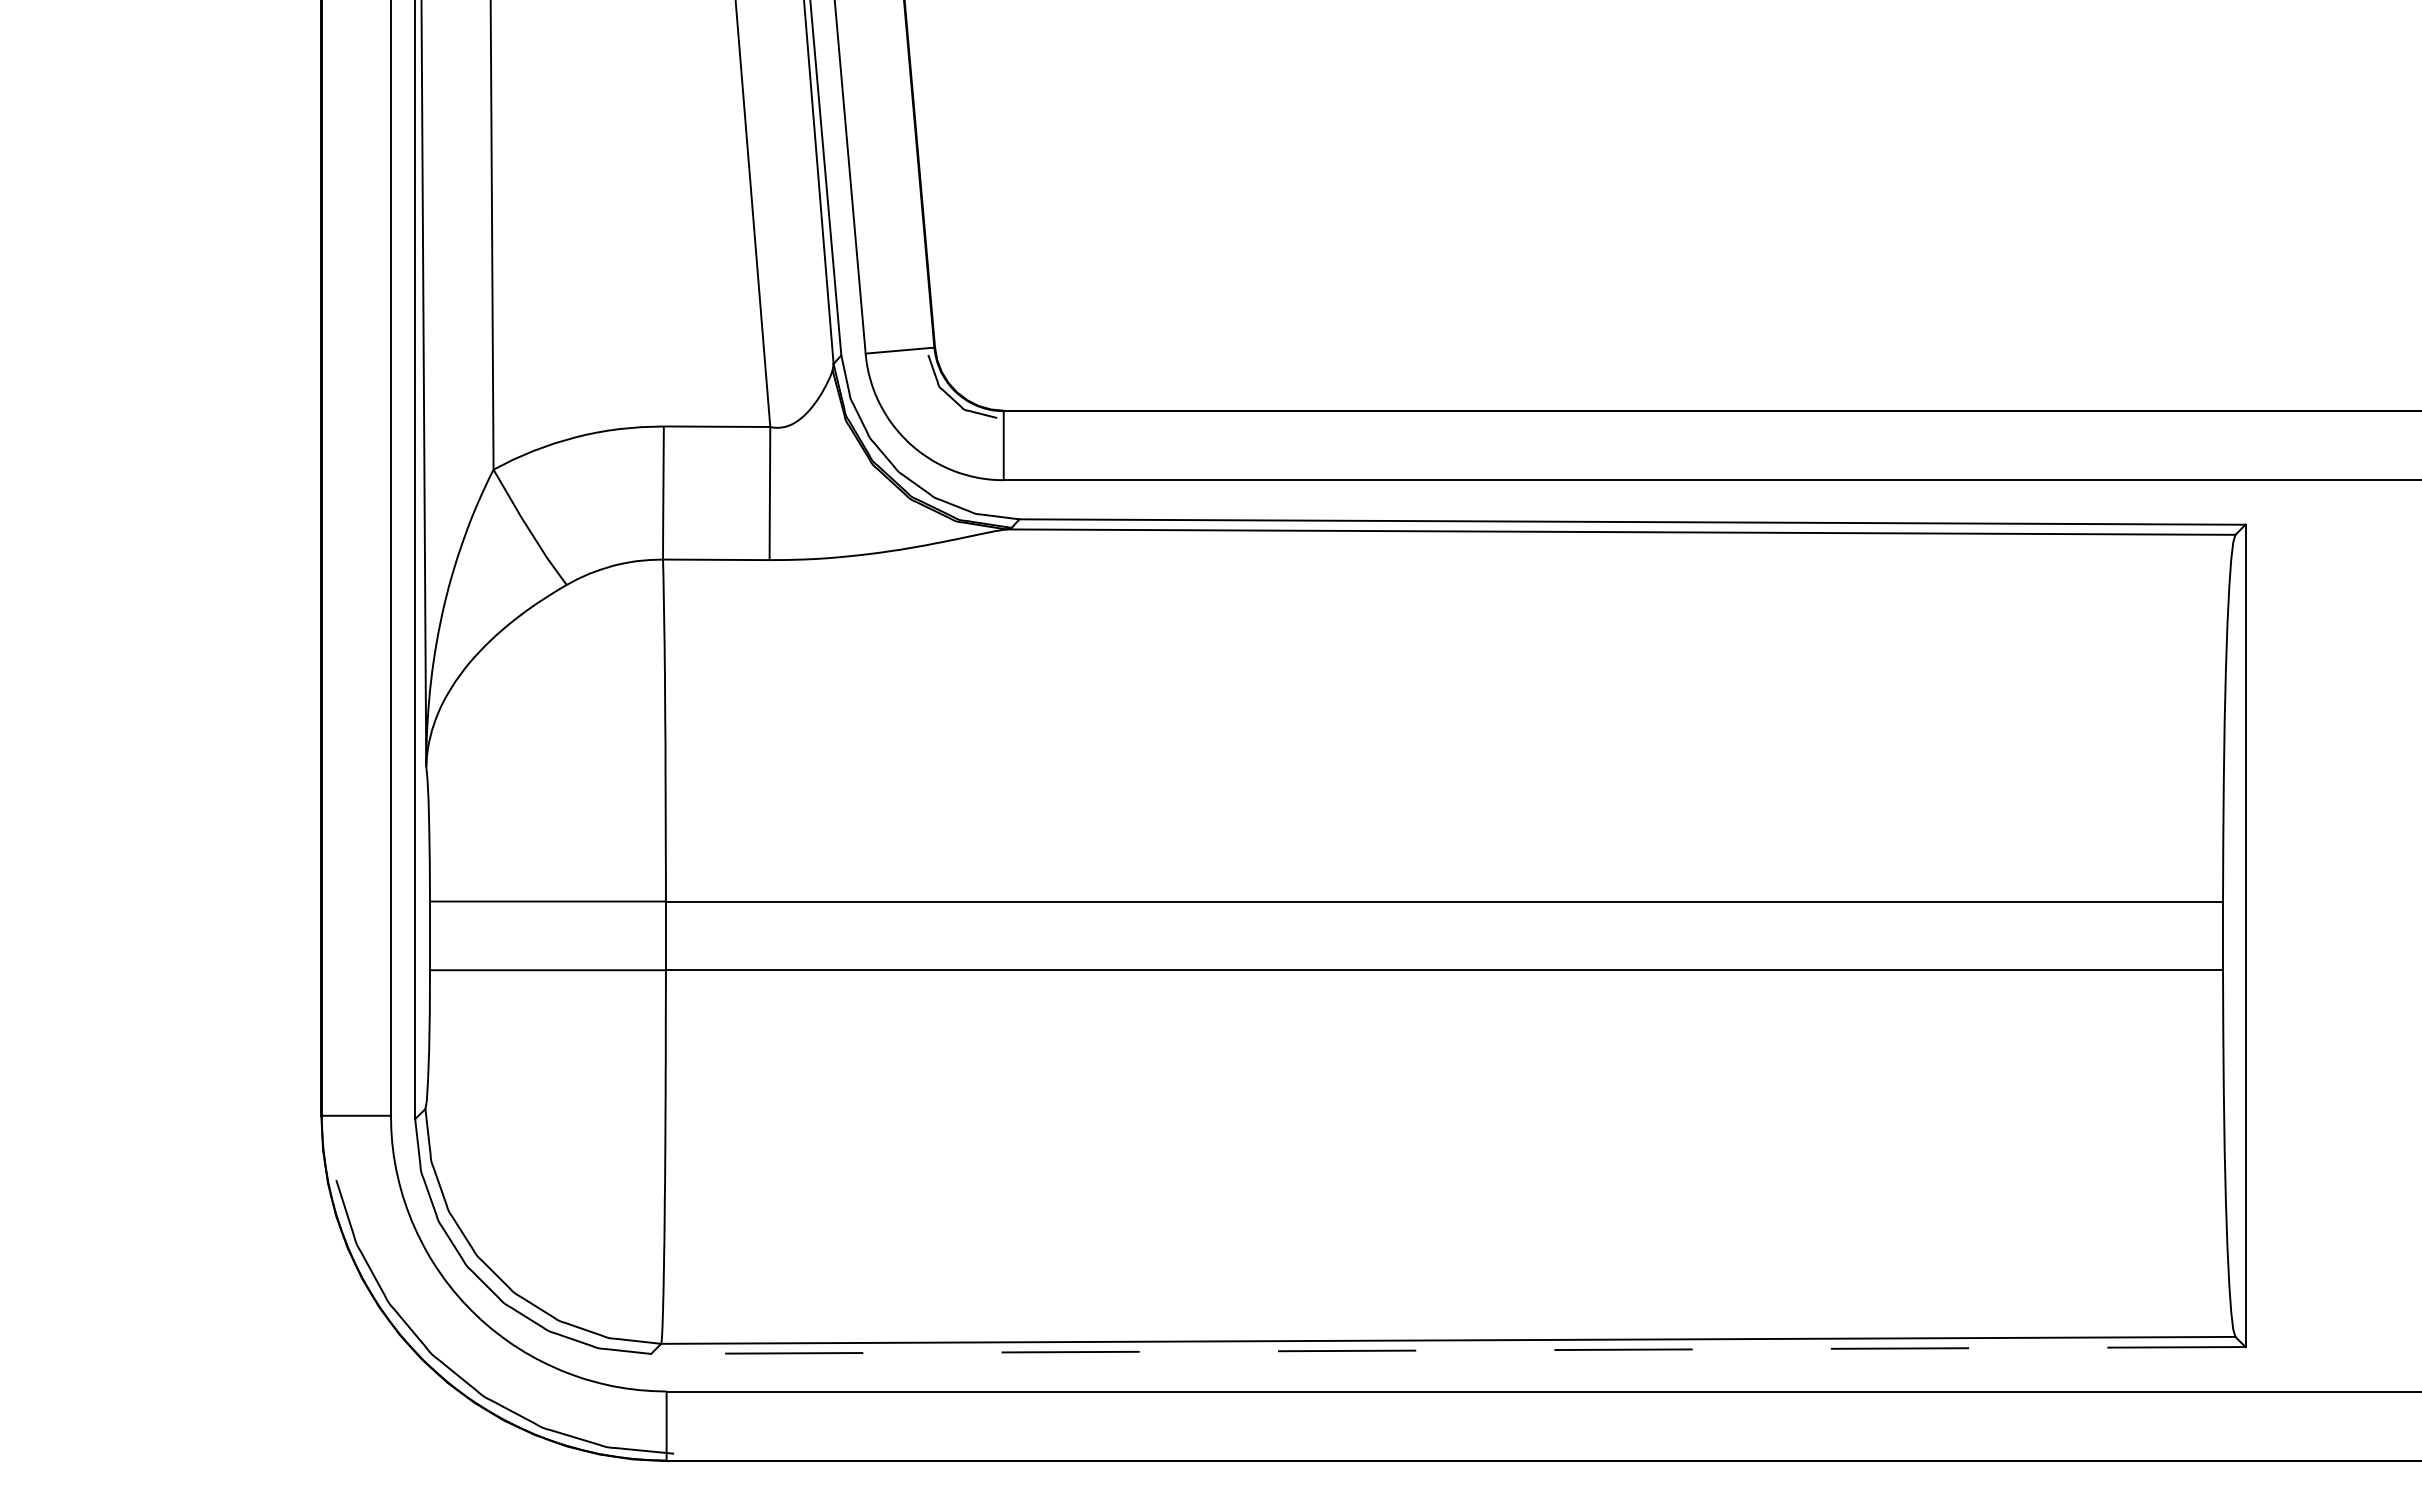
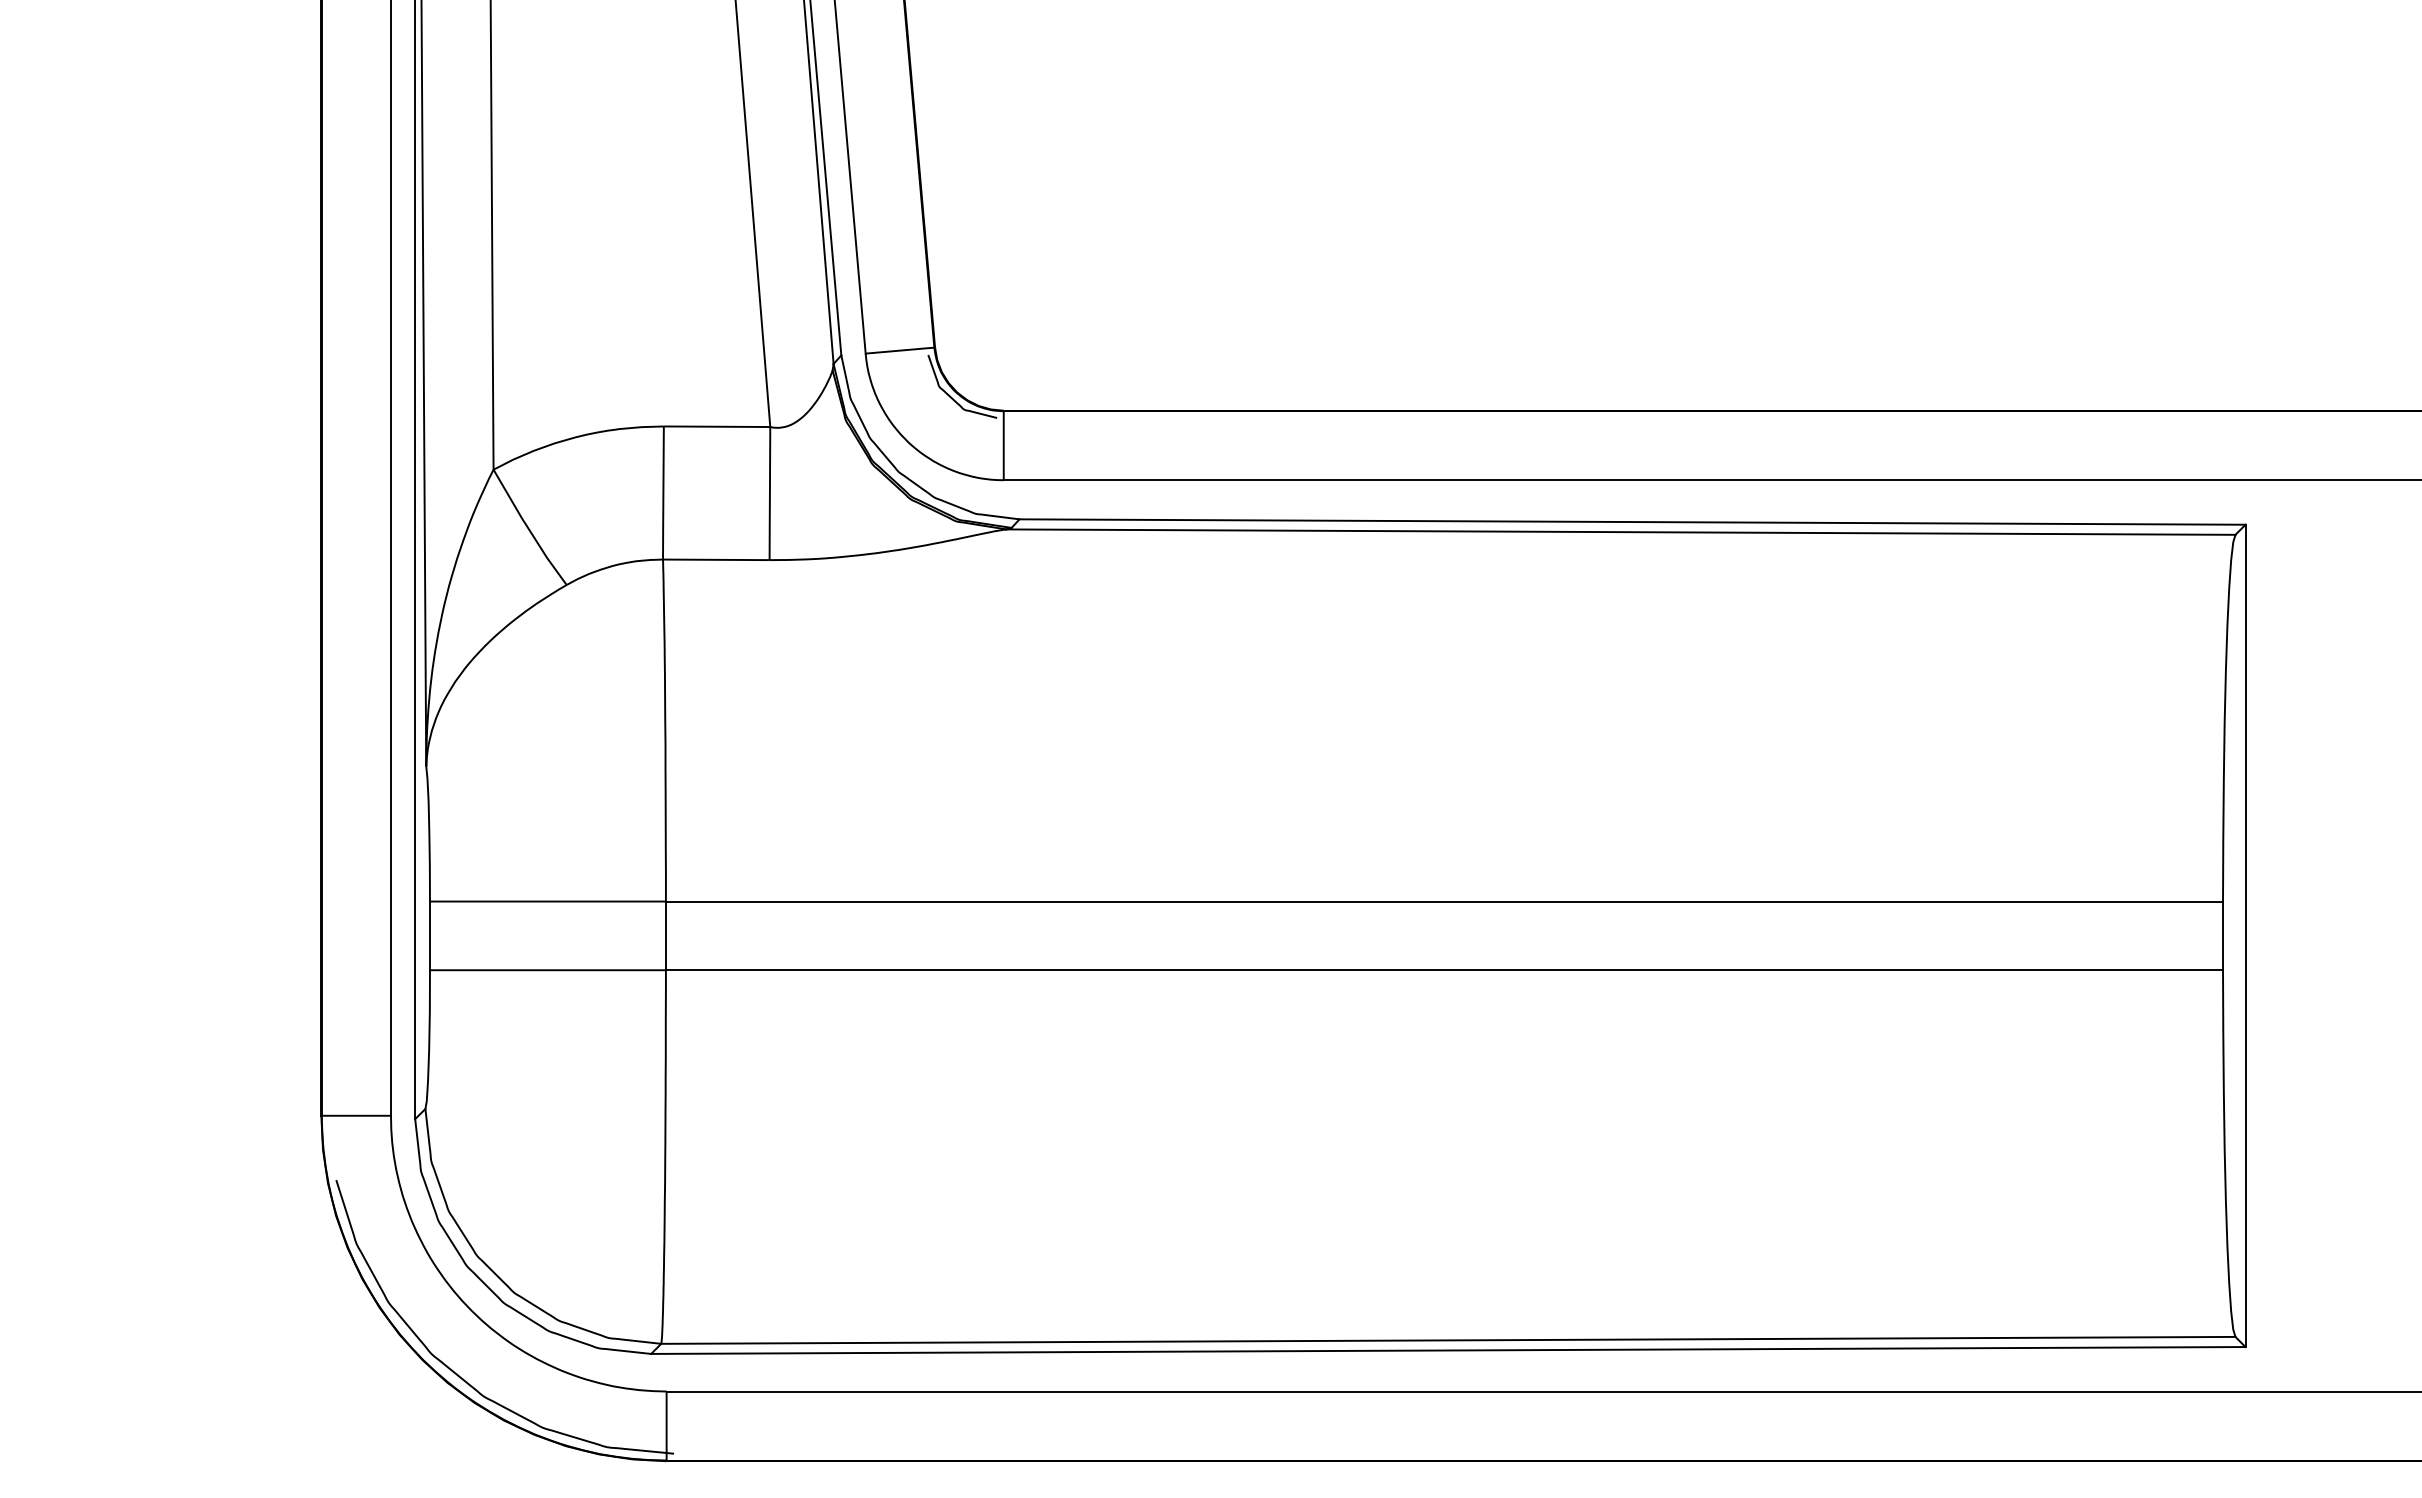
line at (1447, 1350): dashed -> solid
